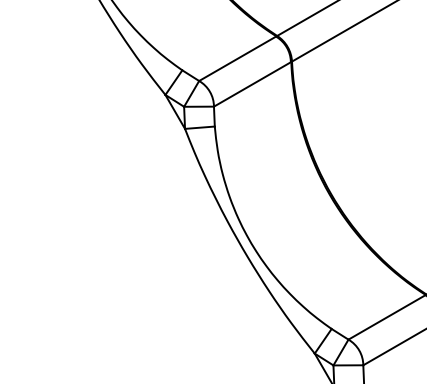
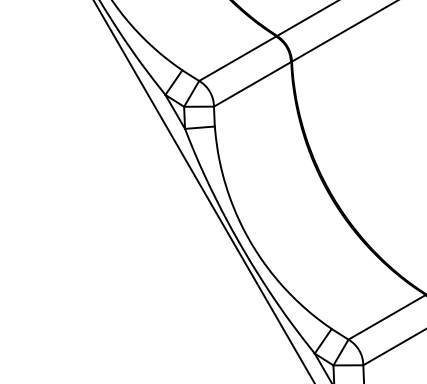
line at (203, 191): none -> present
